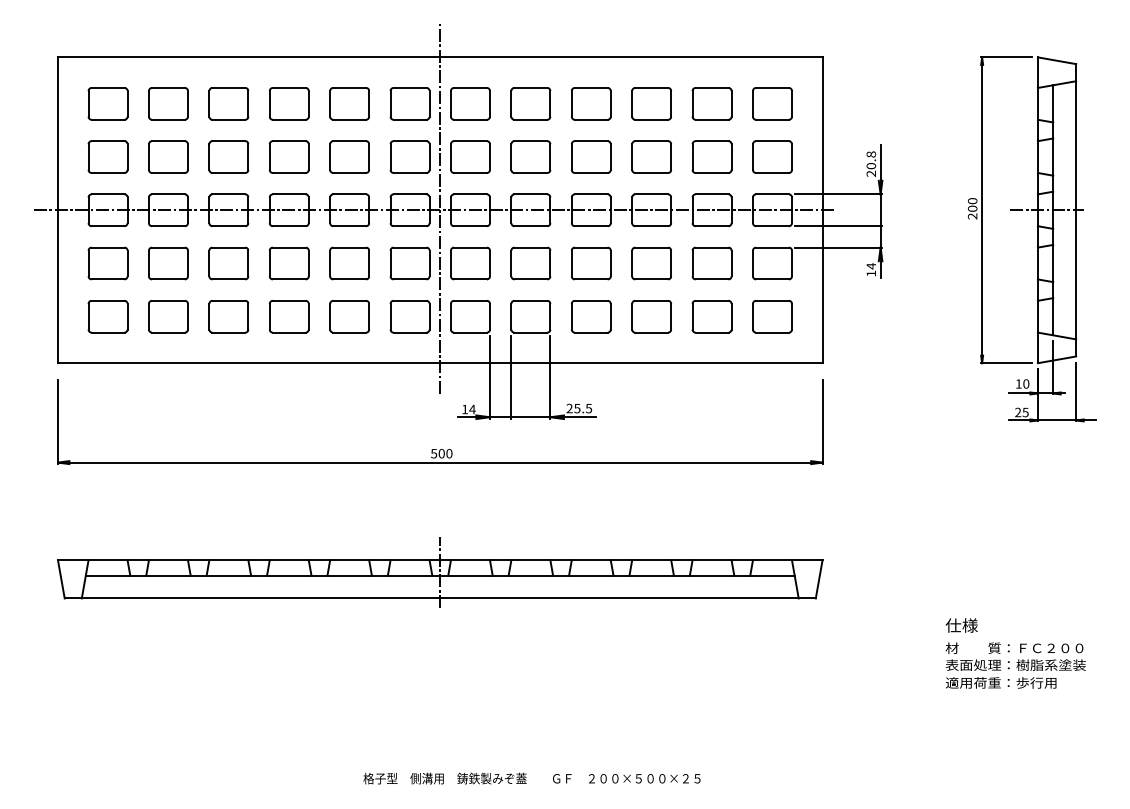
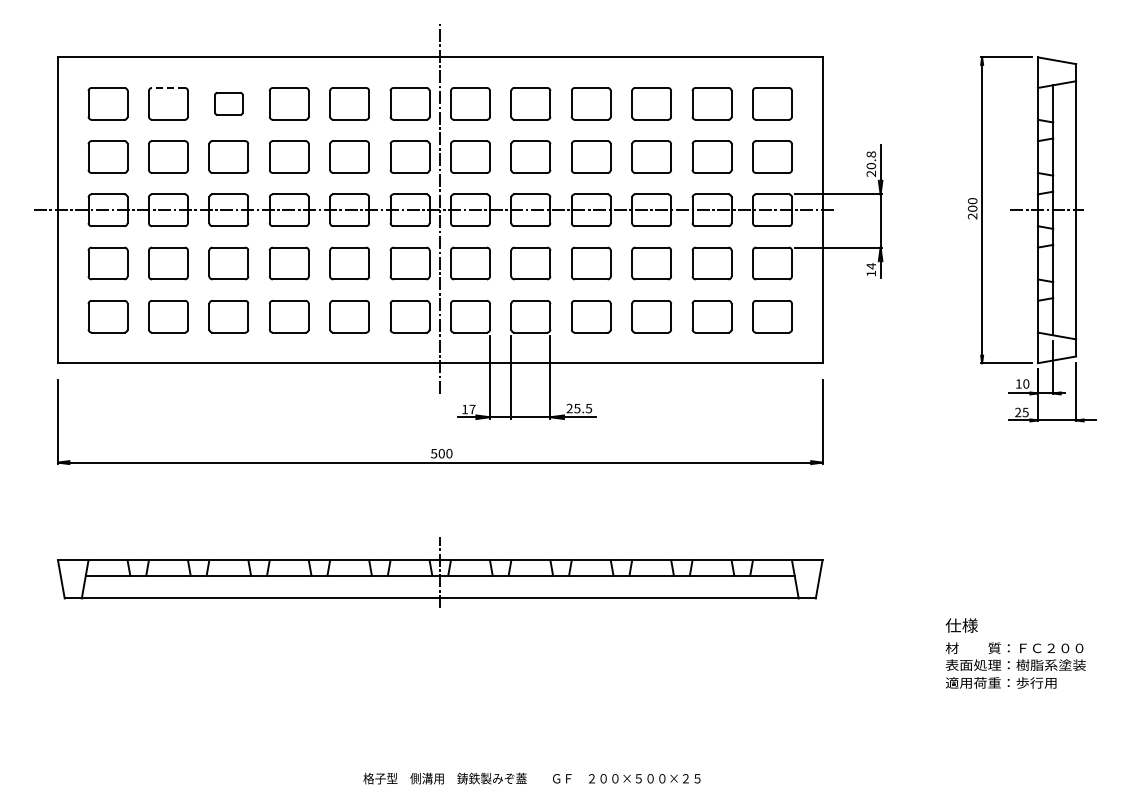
line at (167, 87): solid -> dashed
part at (228, 103) size: 42x34 px -> 30x24 px
line at (838, 226): present -> none
text at (472, 409): 14 -> 17
